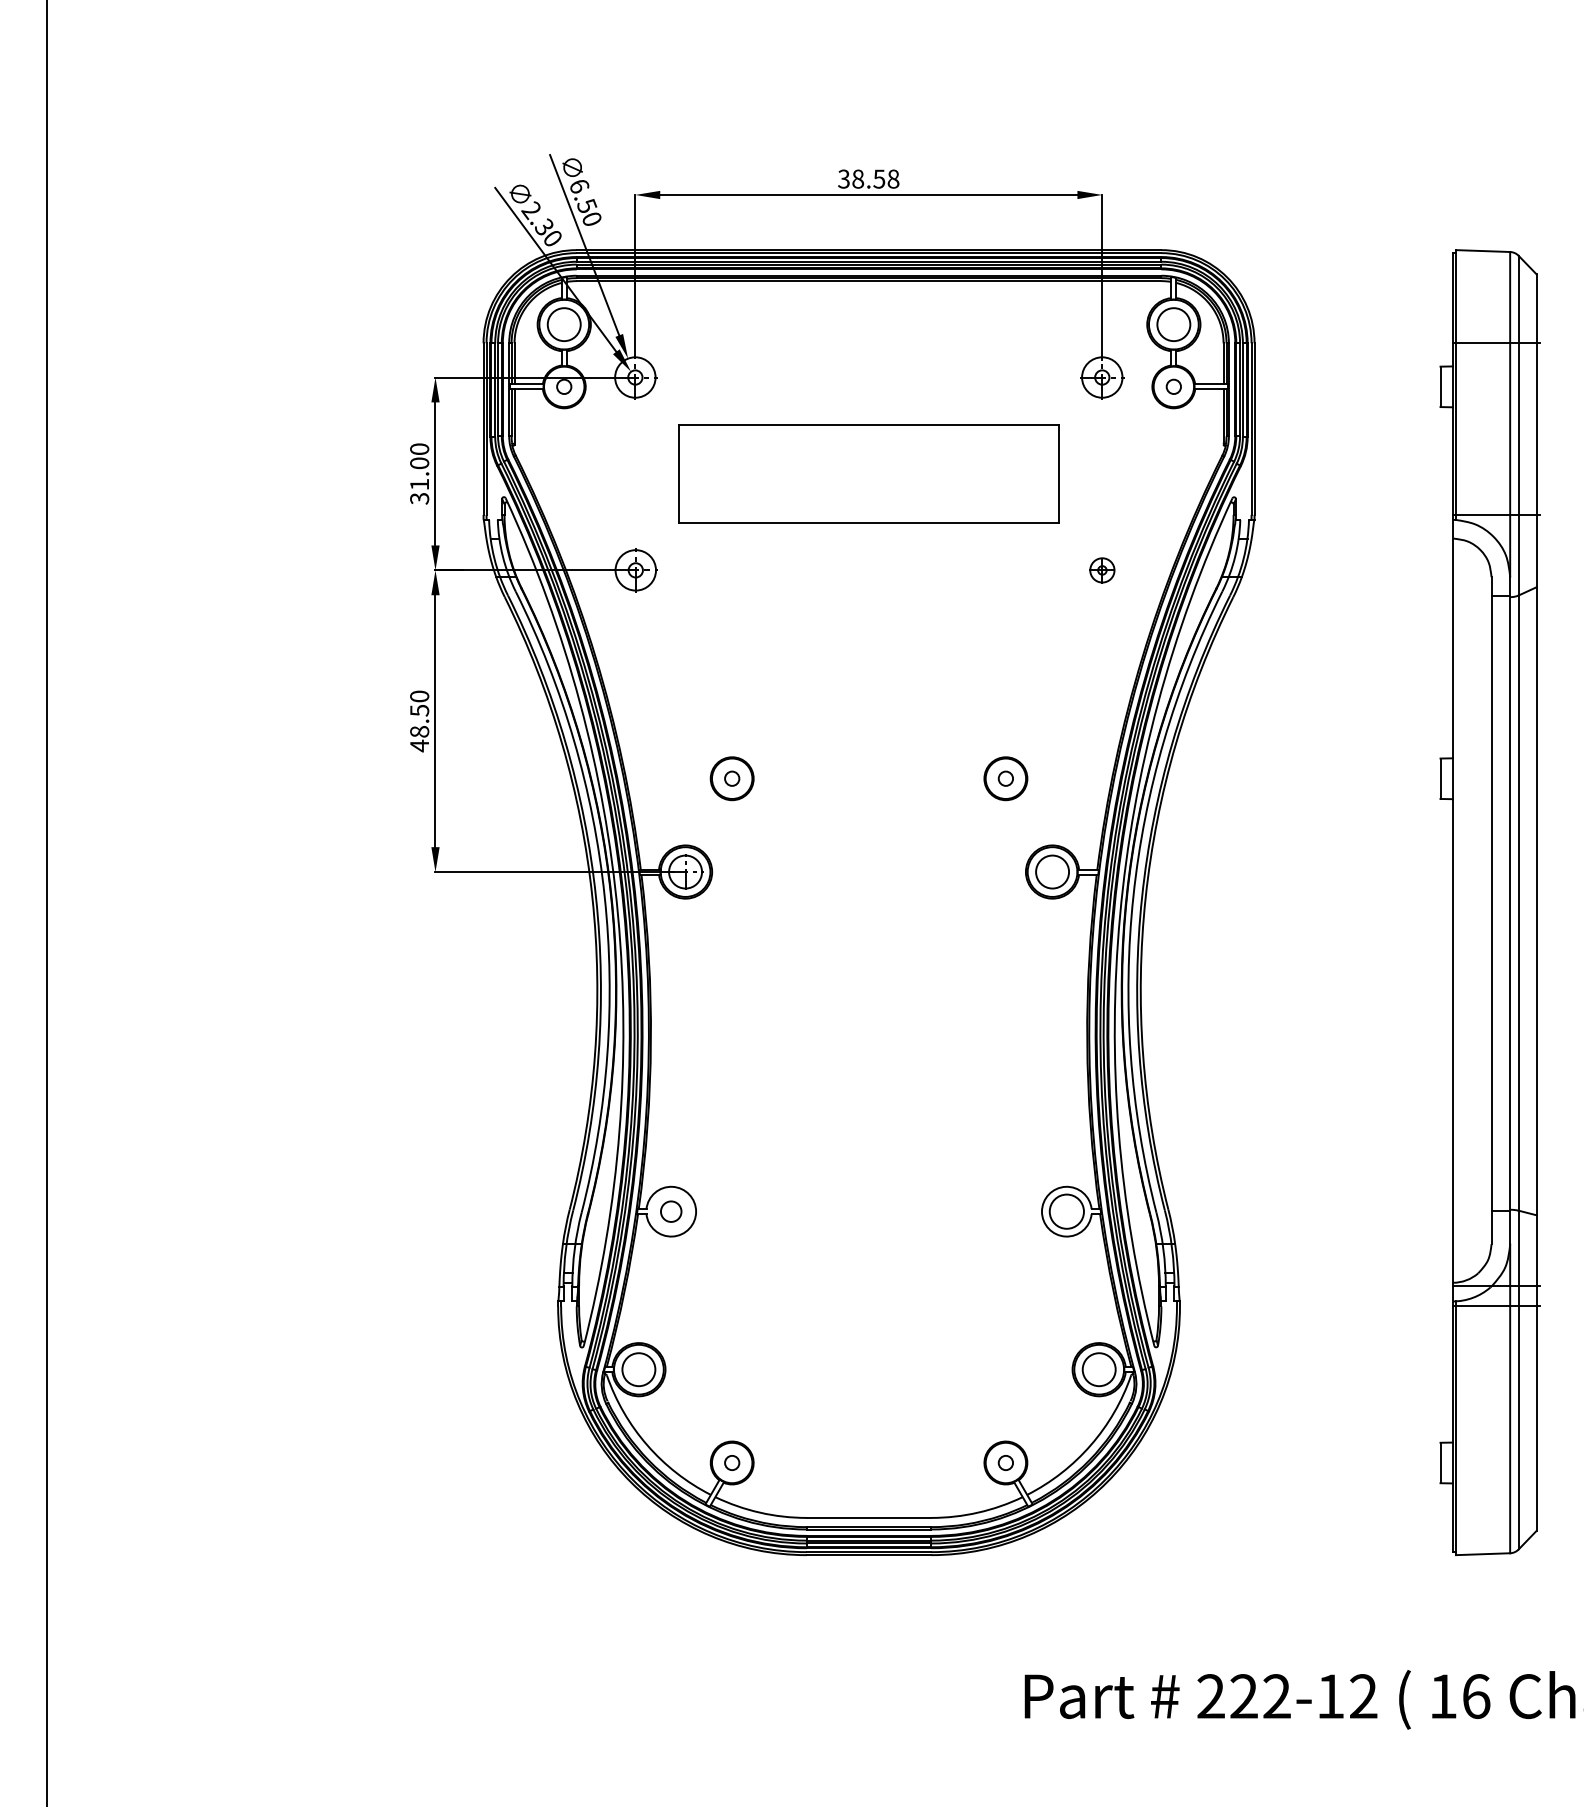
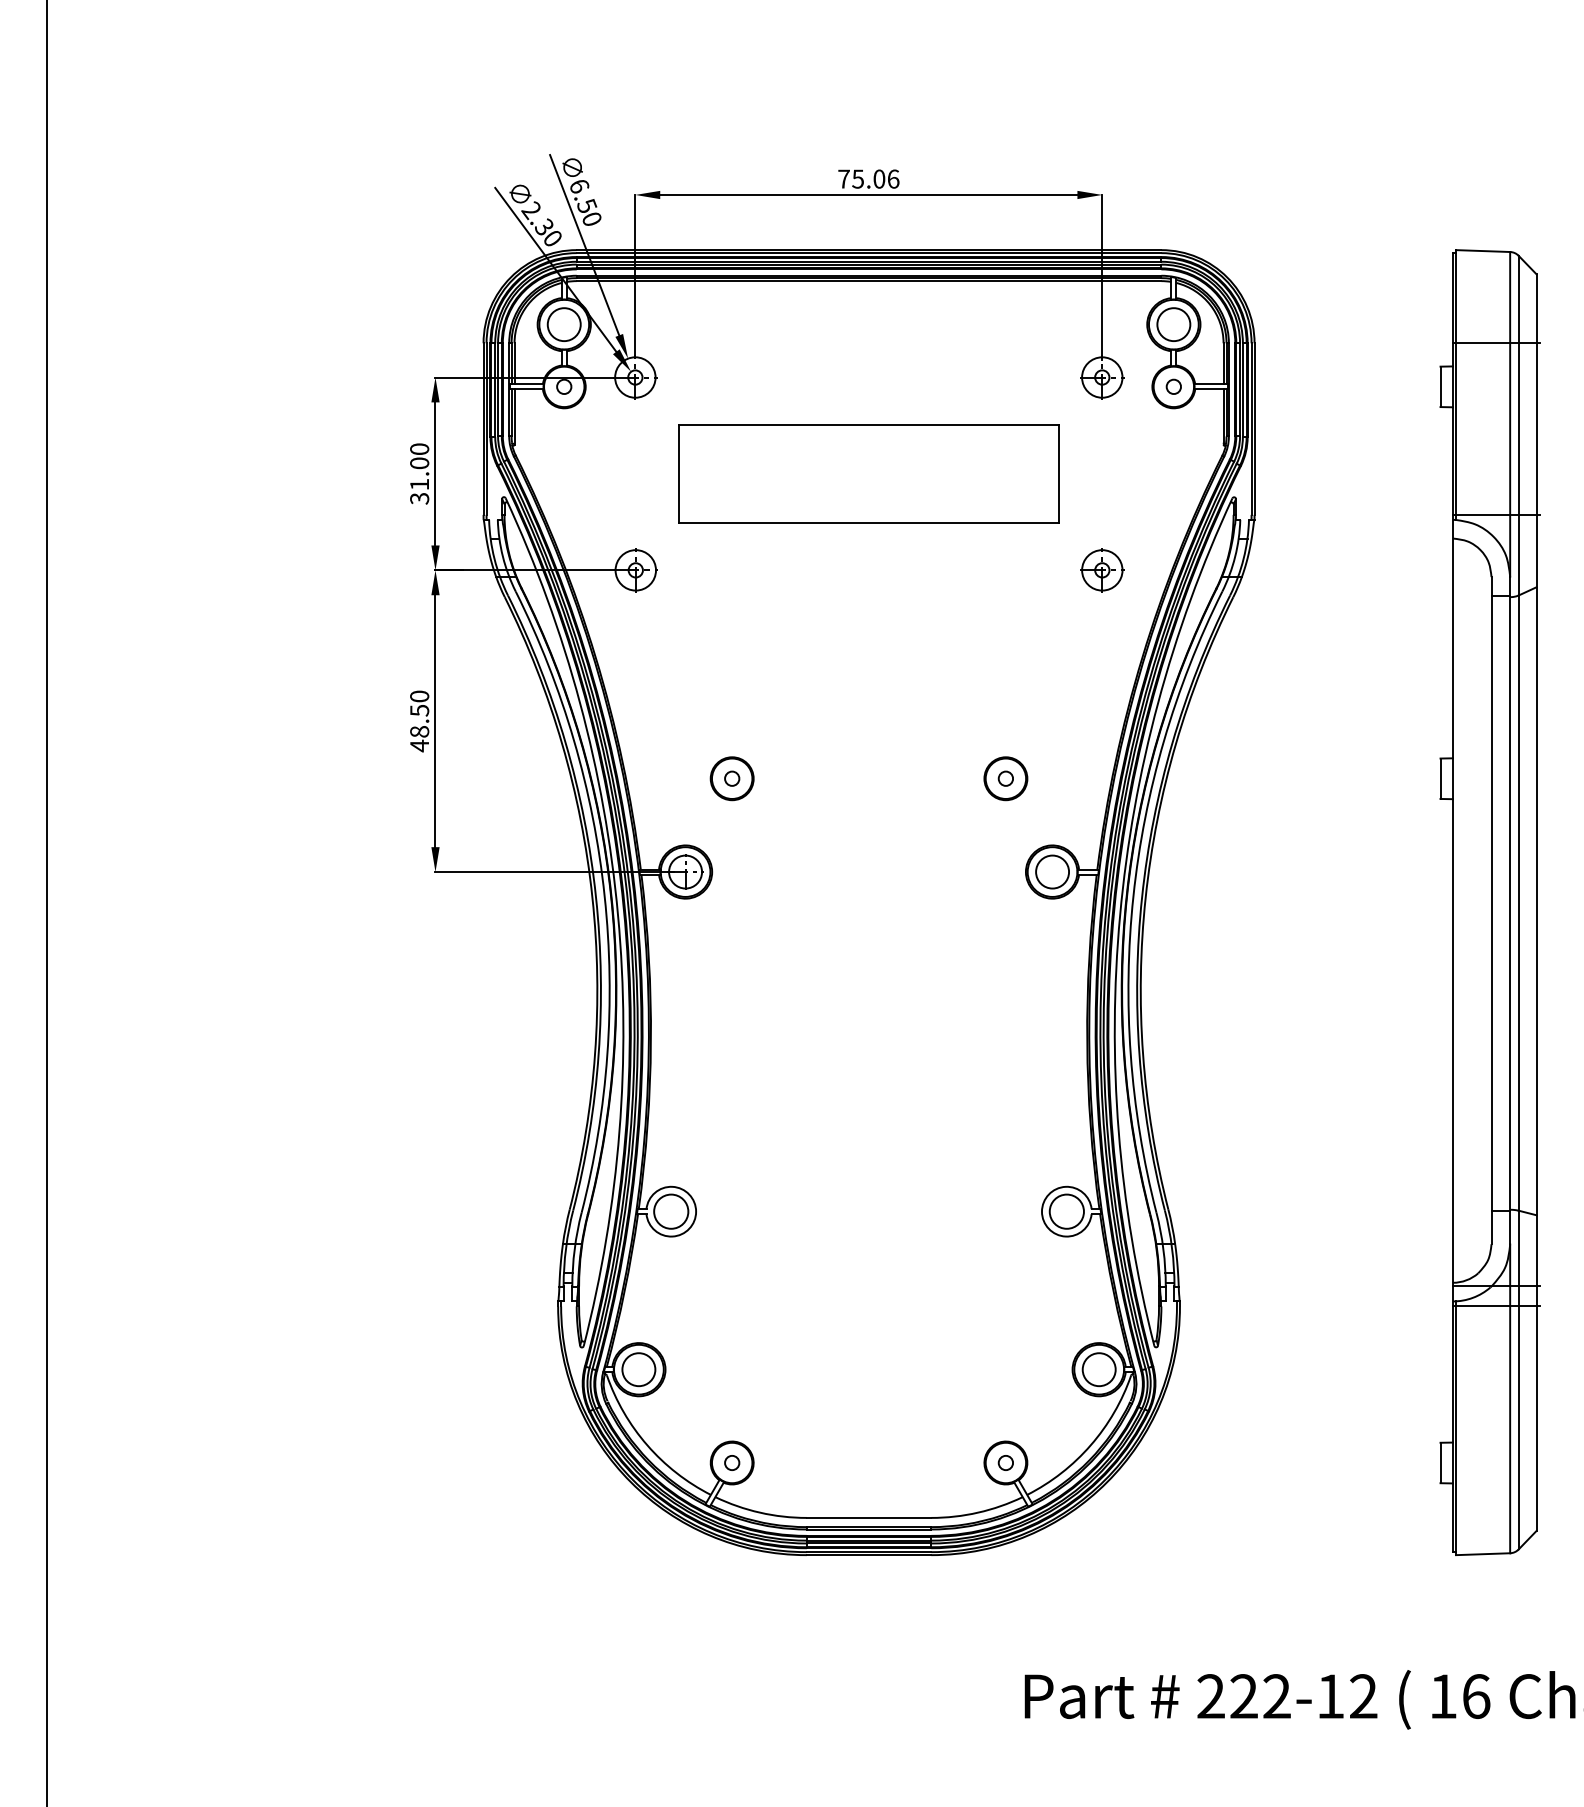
text at (868, 178): 38.58 -> 75.06
part at (1102, 570) size: 27x27 px -> 45x45 px
circle at (670, 1211) diameter: 21 px -> 34 px
